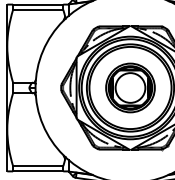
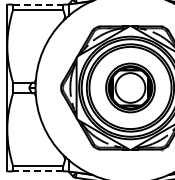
line at (38, 4): solid -> dashed
line at (37, 171): solid -> dashed
